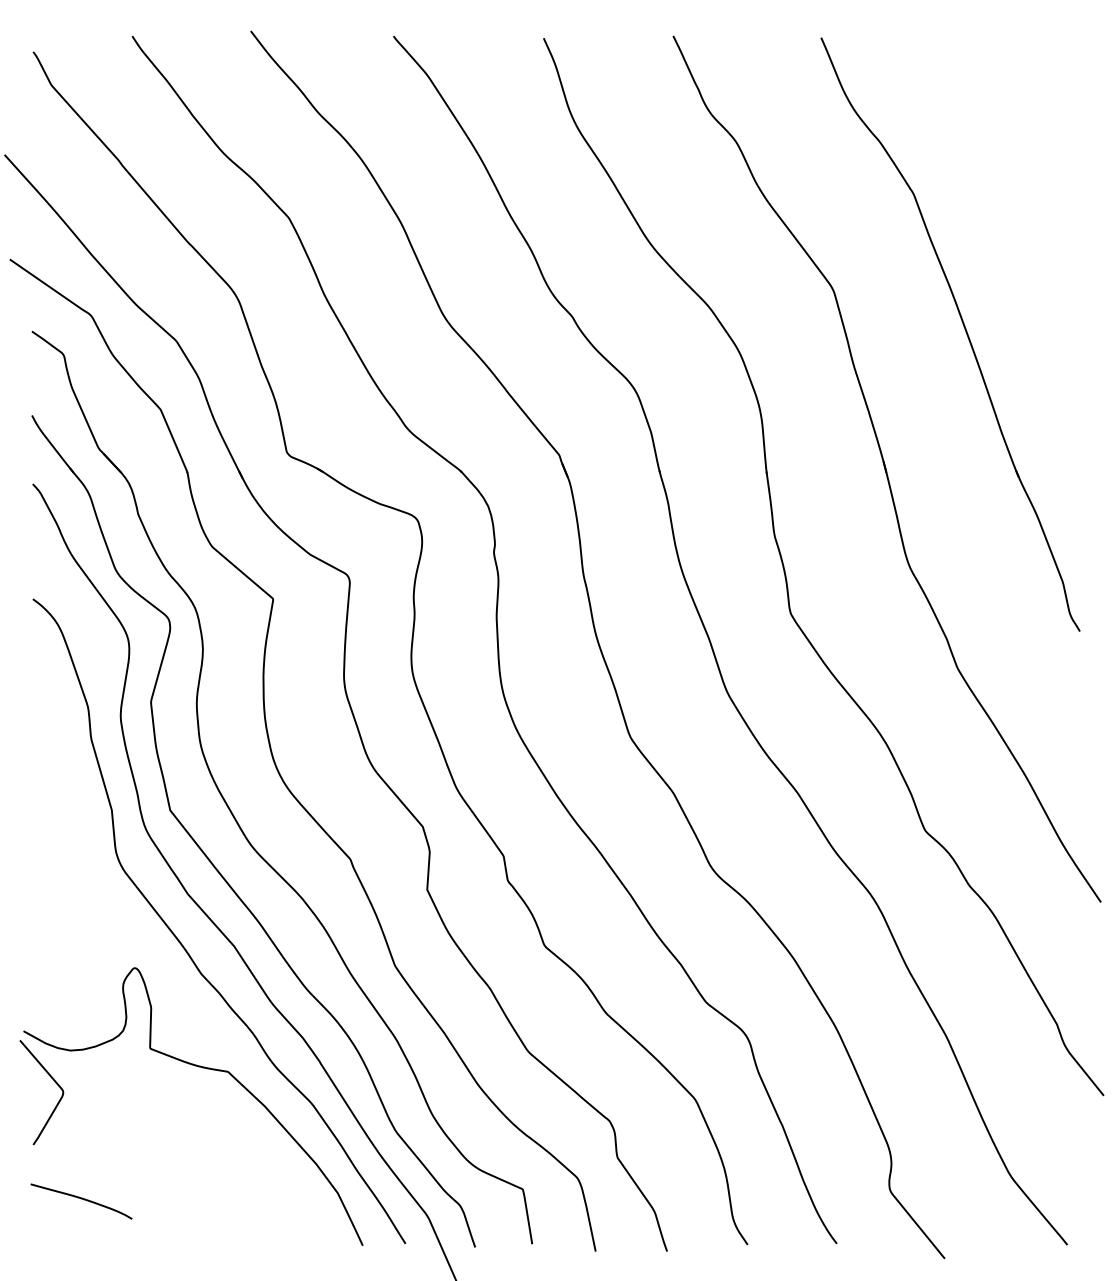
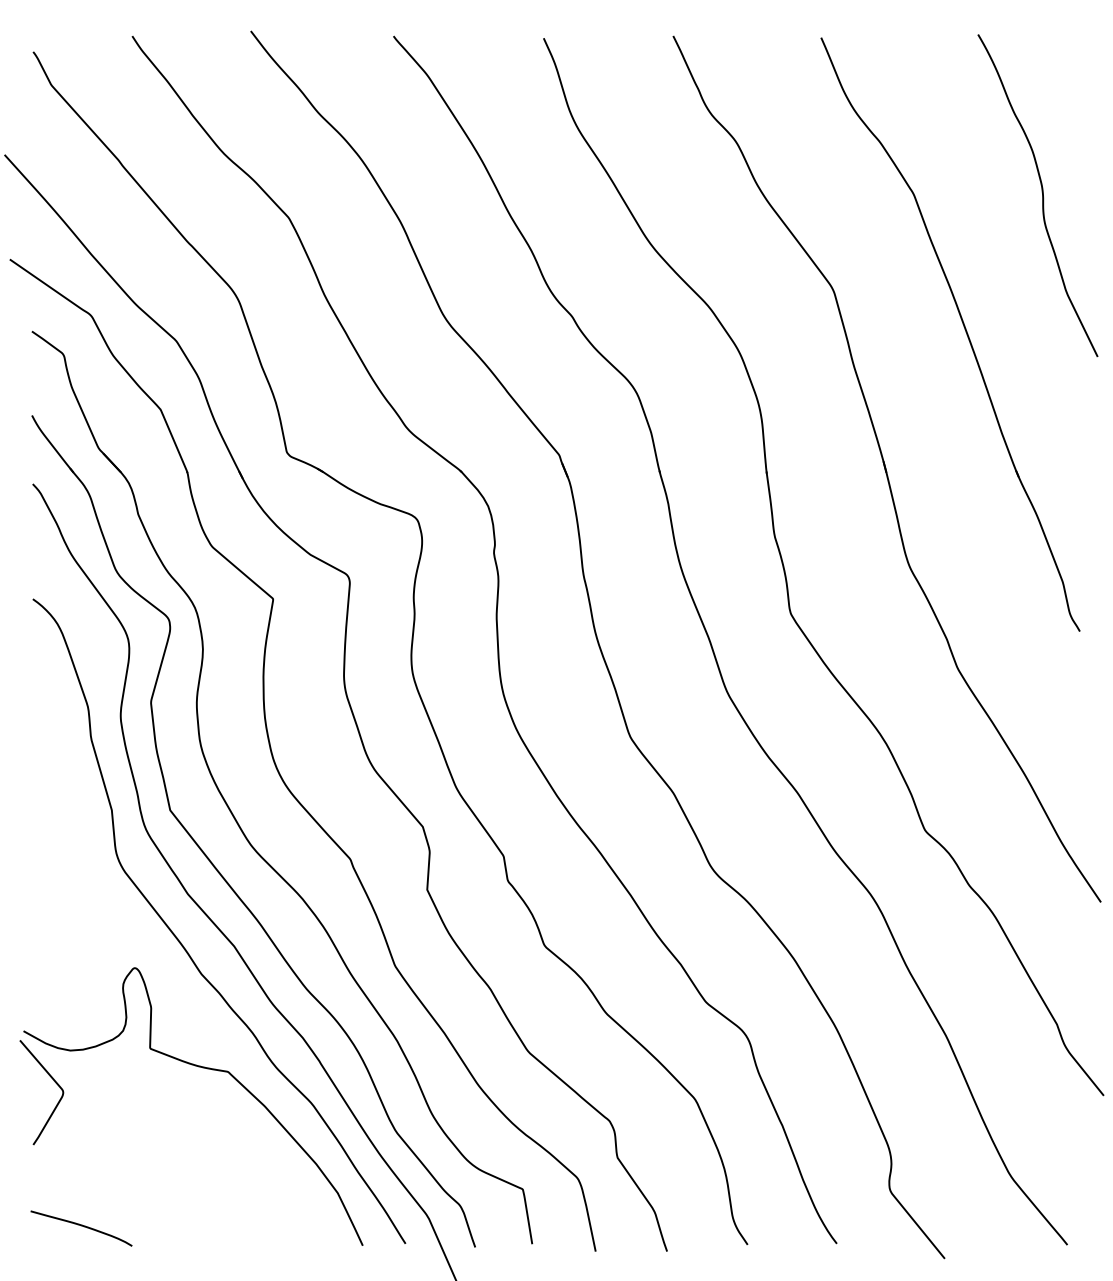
curve at (1041, 192): none -> present
curve at (81, 1199) position: (81, 1199) -> (81, 1226)
